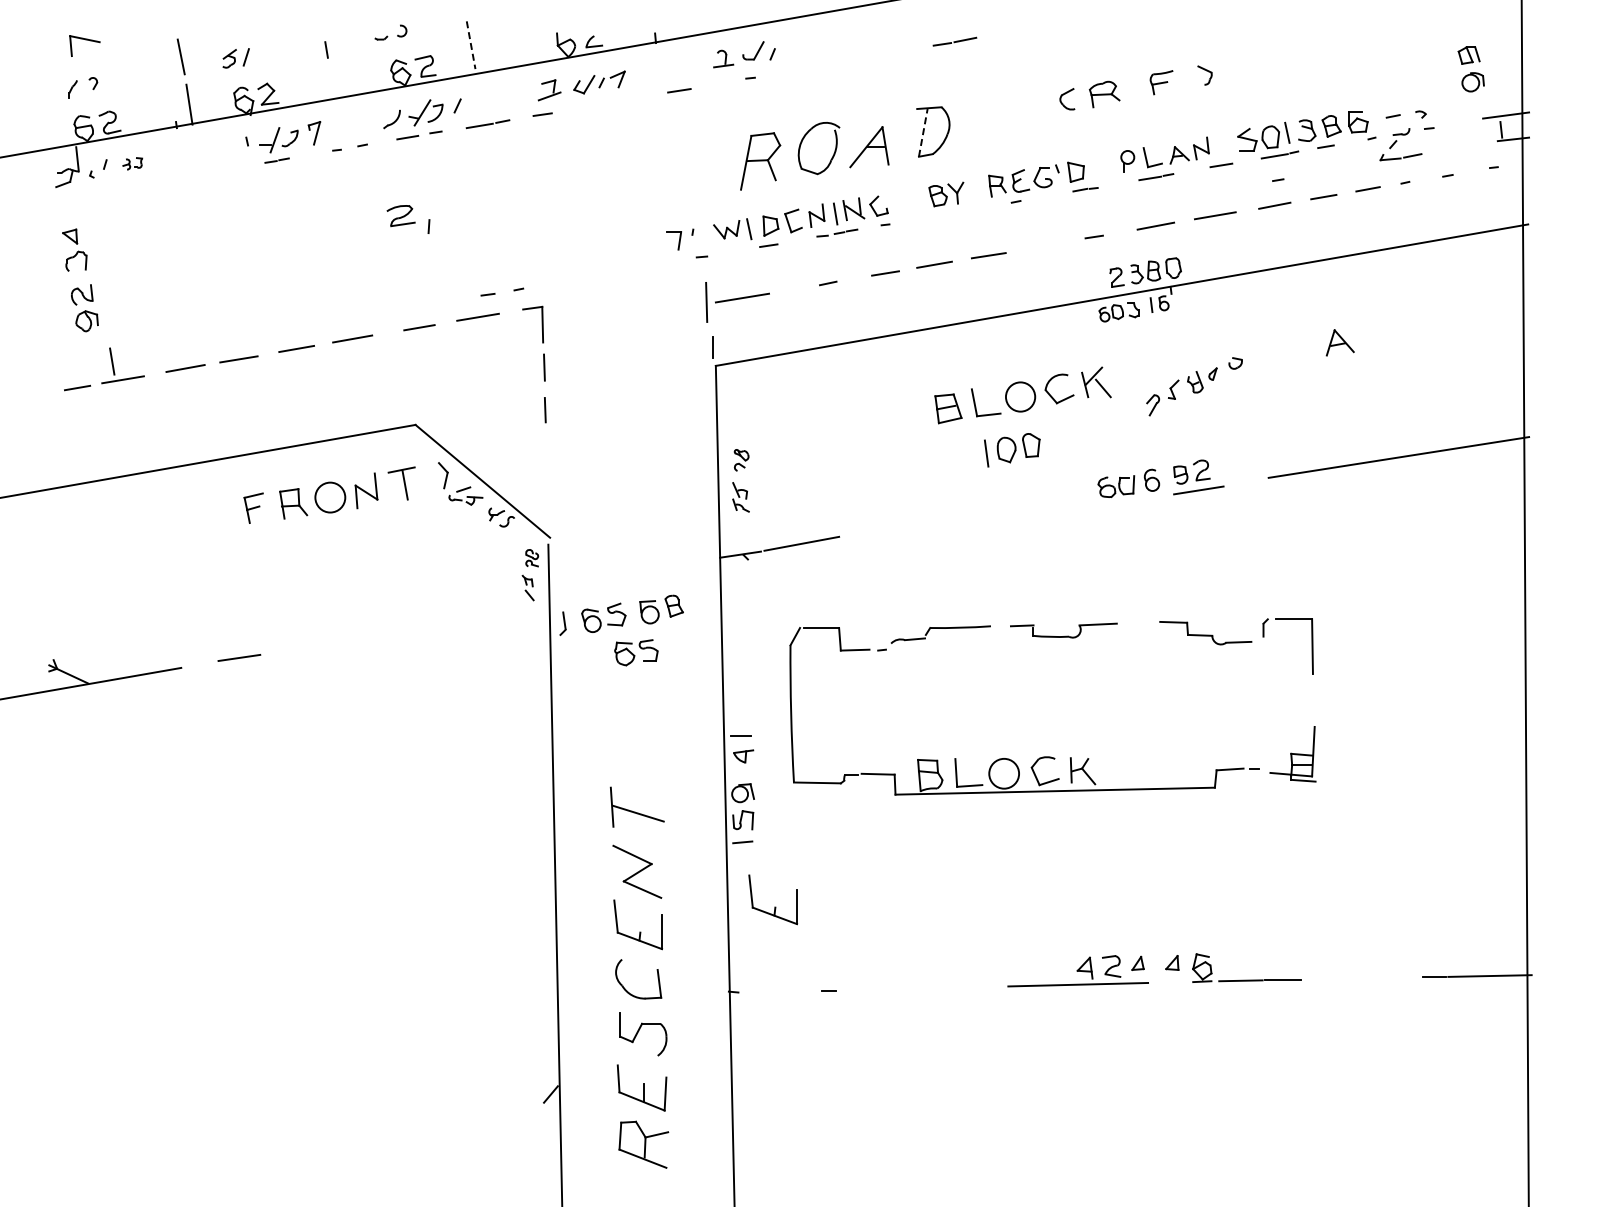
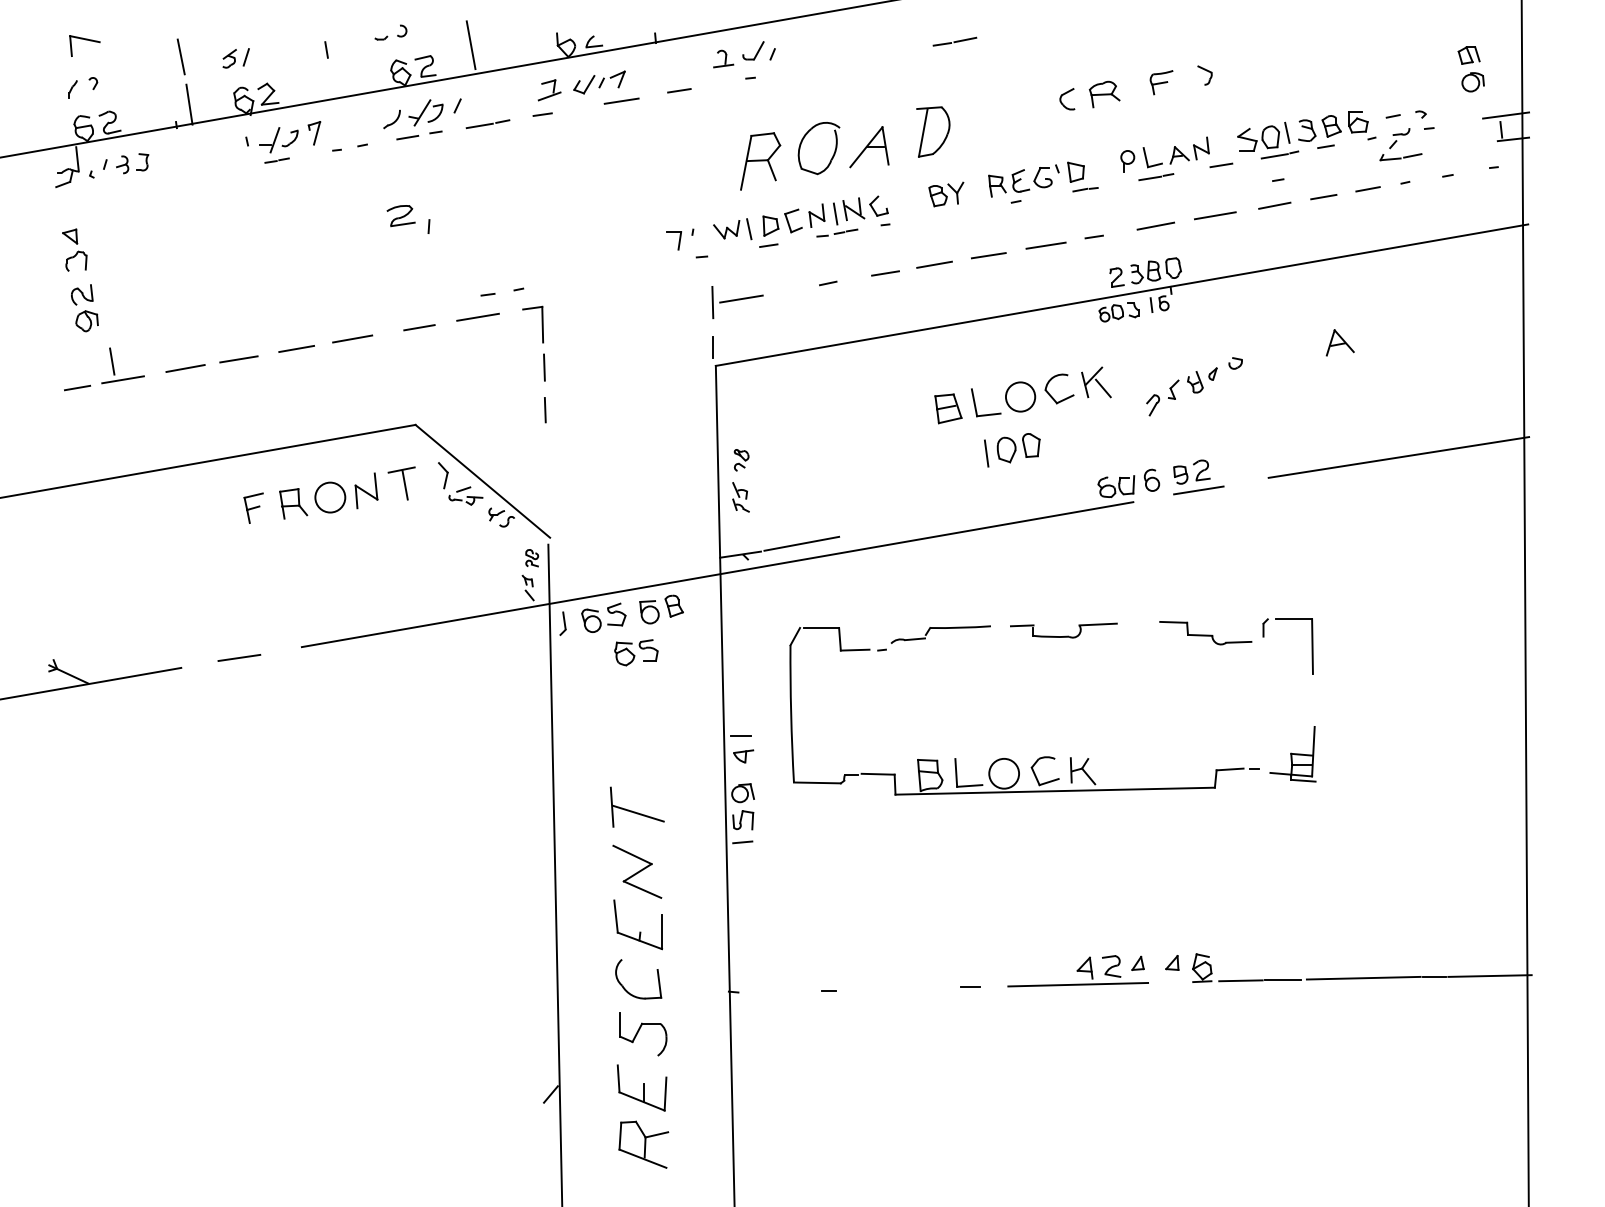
line at (471, 45): dashed -> solid
line at (621, 100): none -> present
line at (923, 132): dashed -> solid
part at (132, 163) size: 22x14 px -> 34x22 px
line at (1045, 245): none -> present
part at (737, 302) size: 65x41 px -> 53x34 px
line at (717, 574): none -> present
part at (774, 906): present -> none
line at (1363, 977): none -> present
line at (970, 986): none -> present
